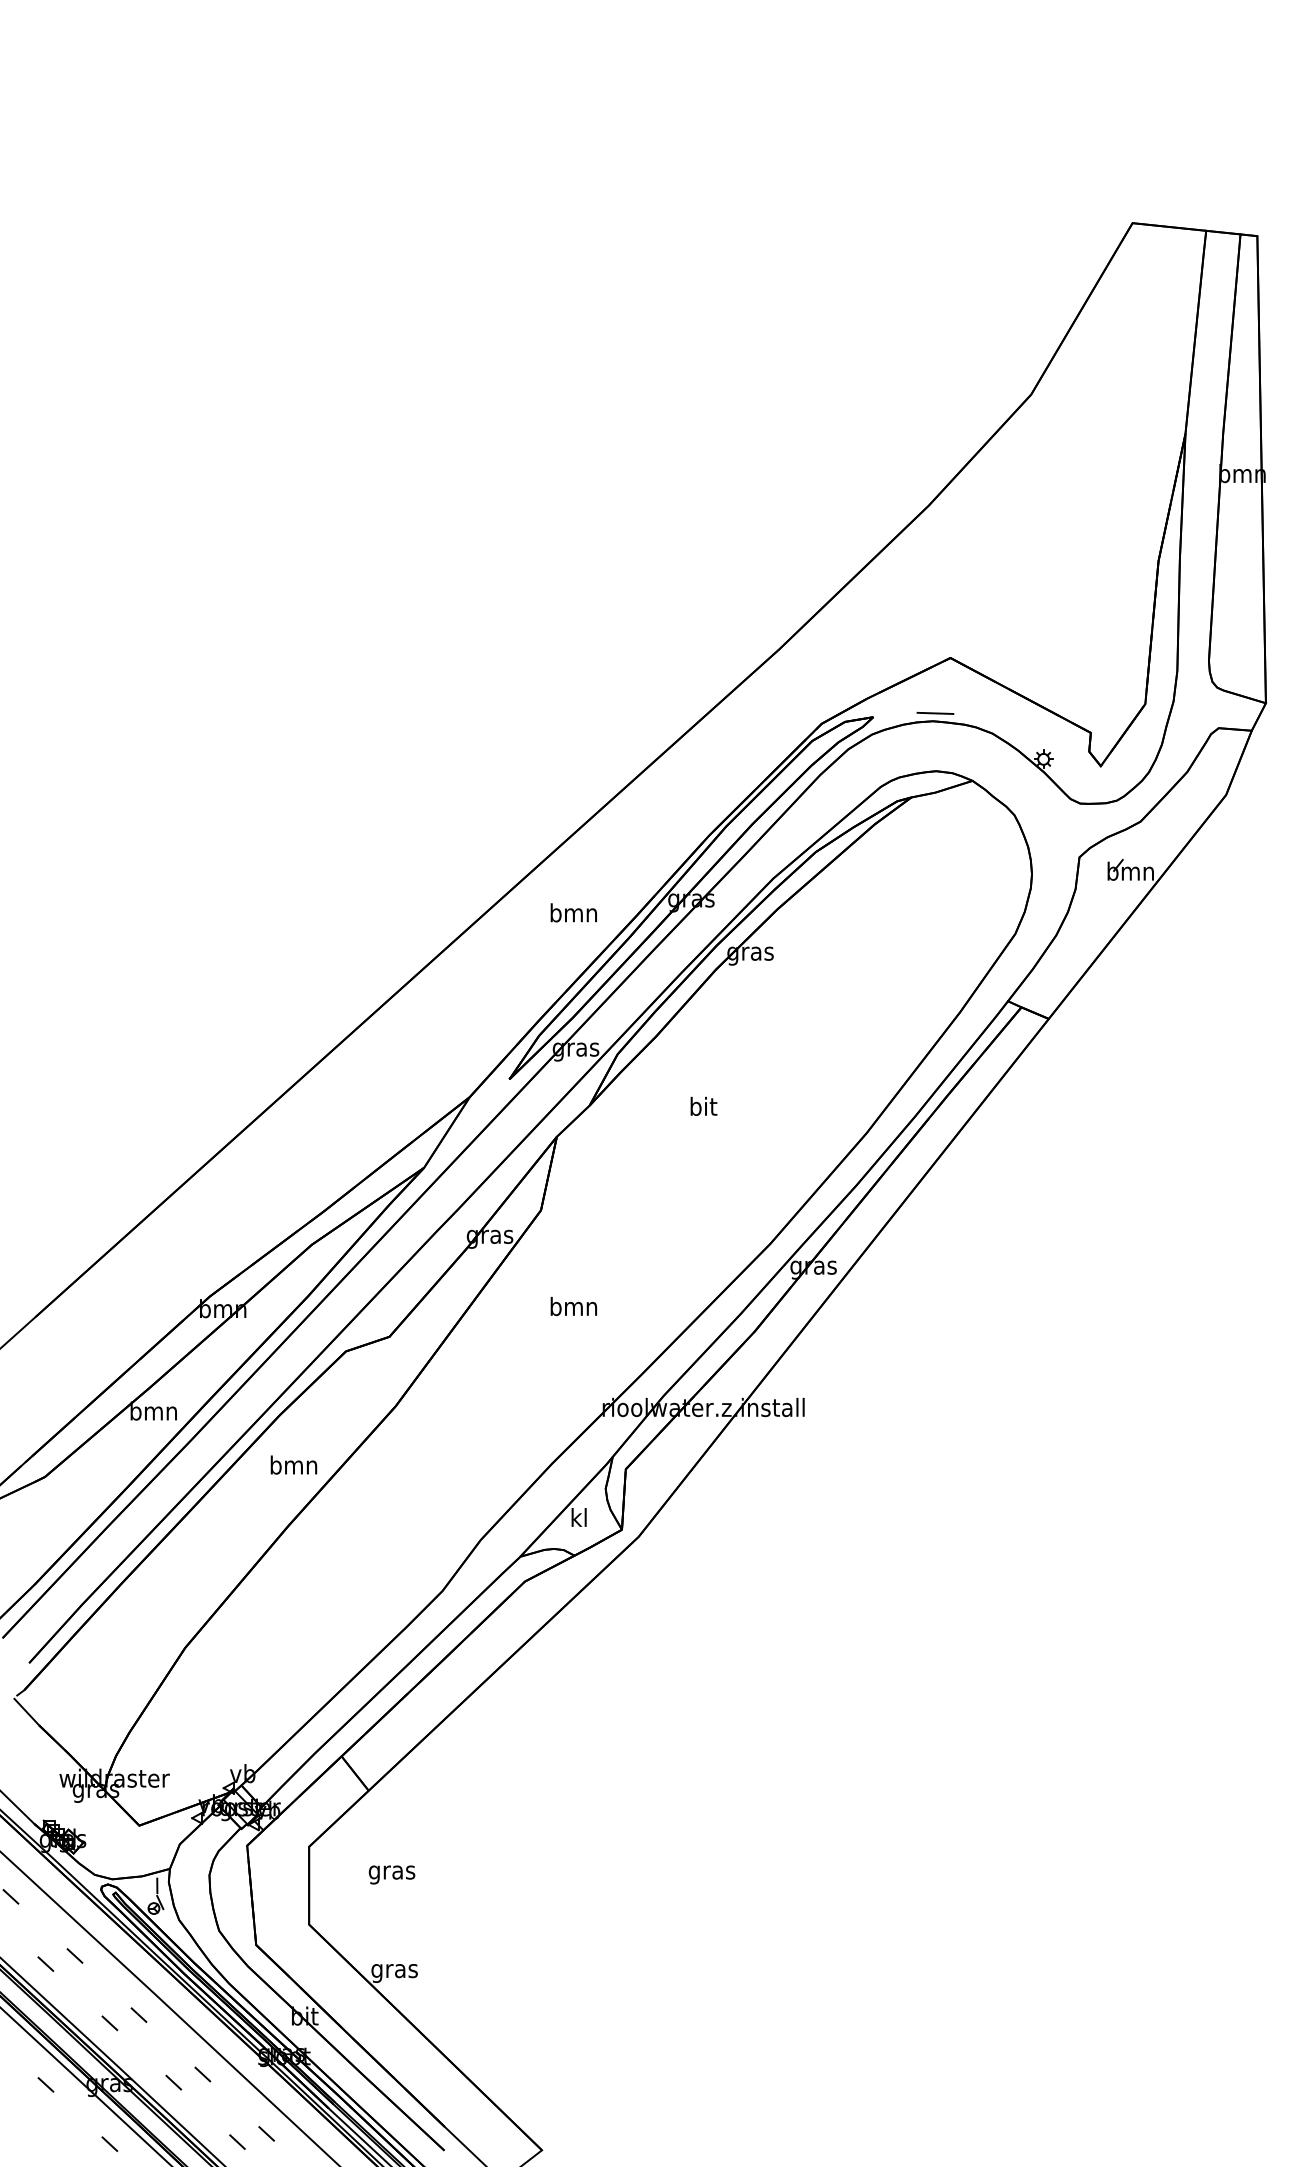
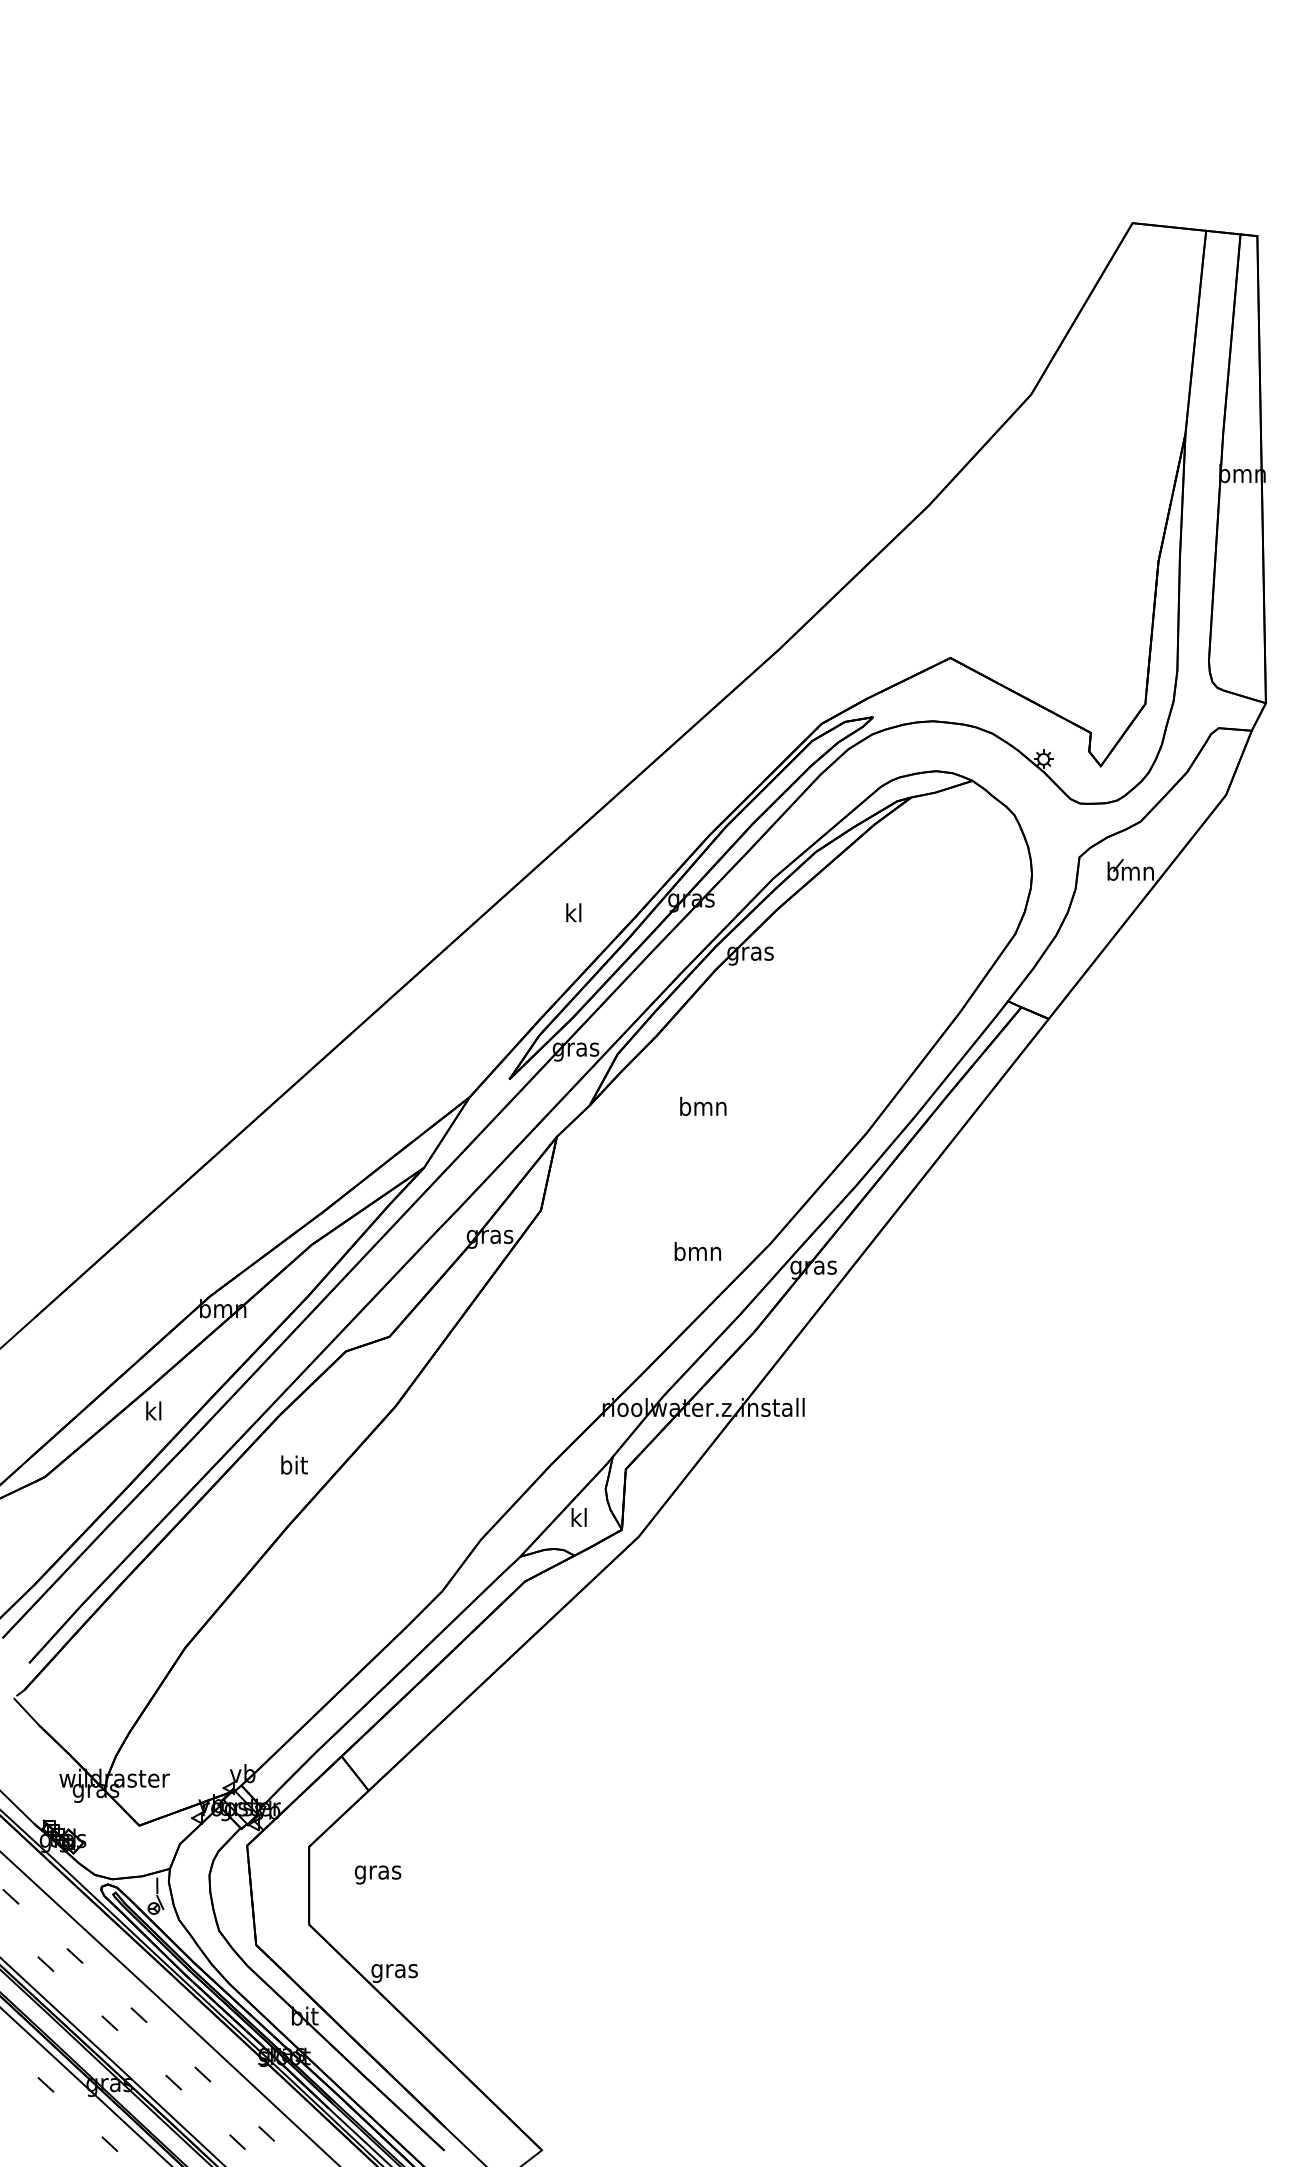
line at (935, 712): present -> none
text at (573, 912): bmn -> kl
text at (703, 1105): bit -> bmn
text at (573, 1306) position: (573, 1306) -> (697, 1251)
text at (153, 1410): bmn -> kl
text at (293, 1464): bmn -> bit
text at (391, 1874) position: (391, 1874) -> (377, 1874)
